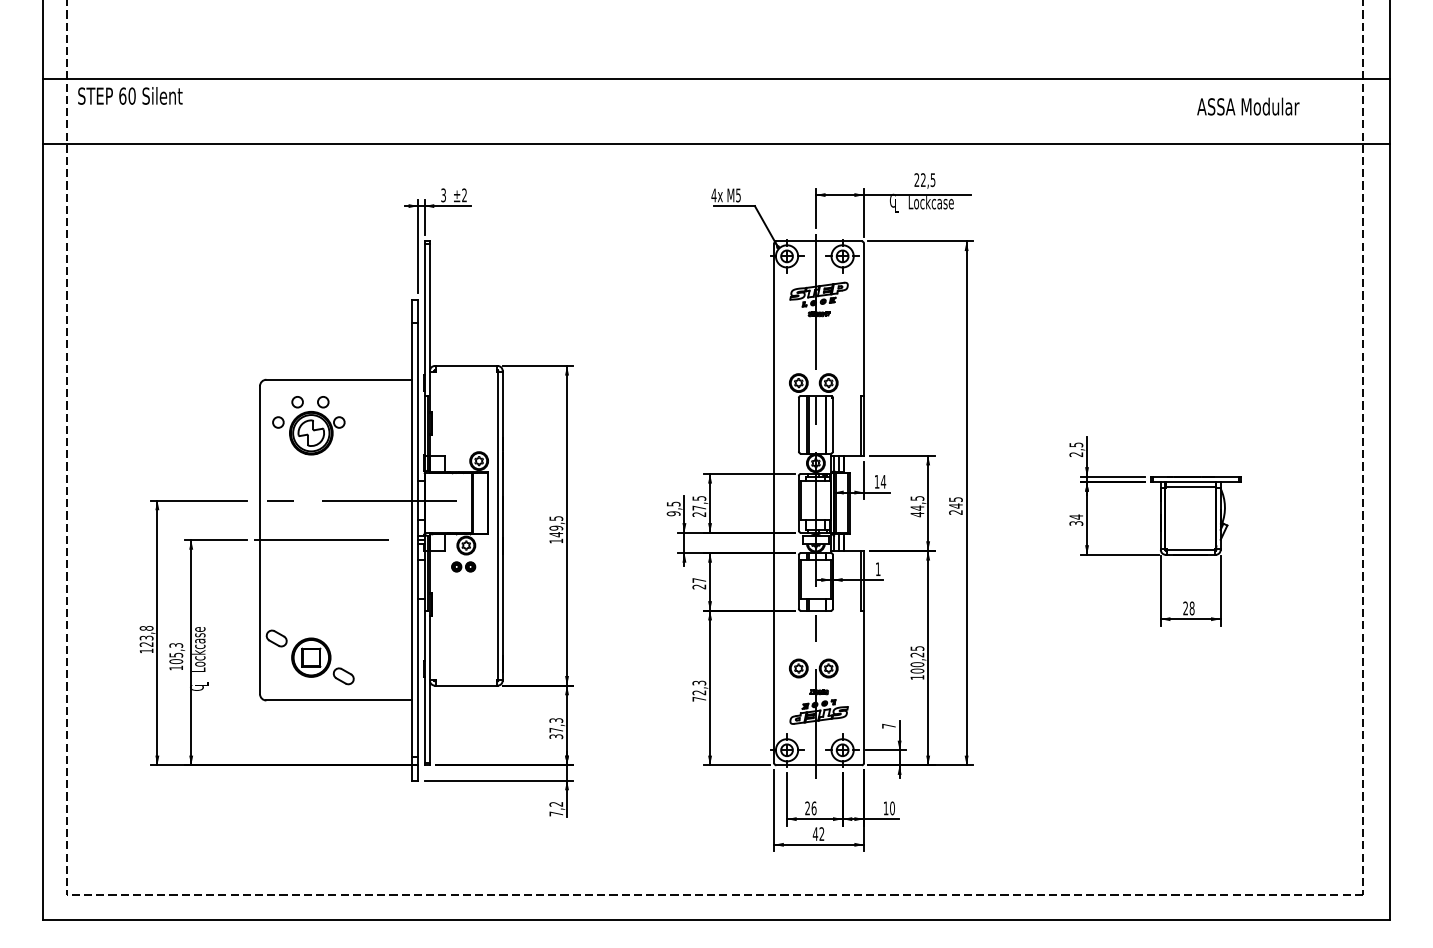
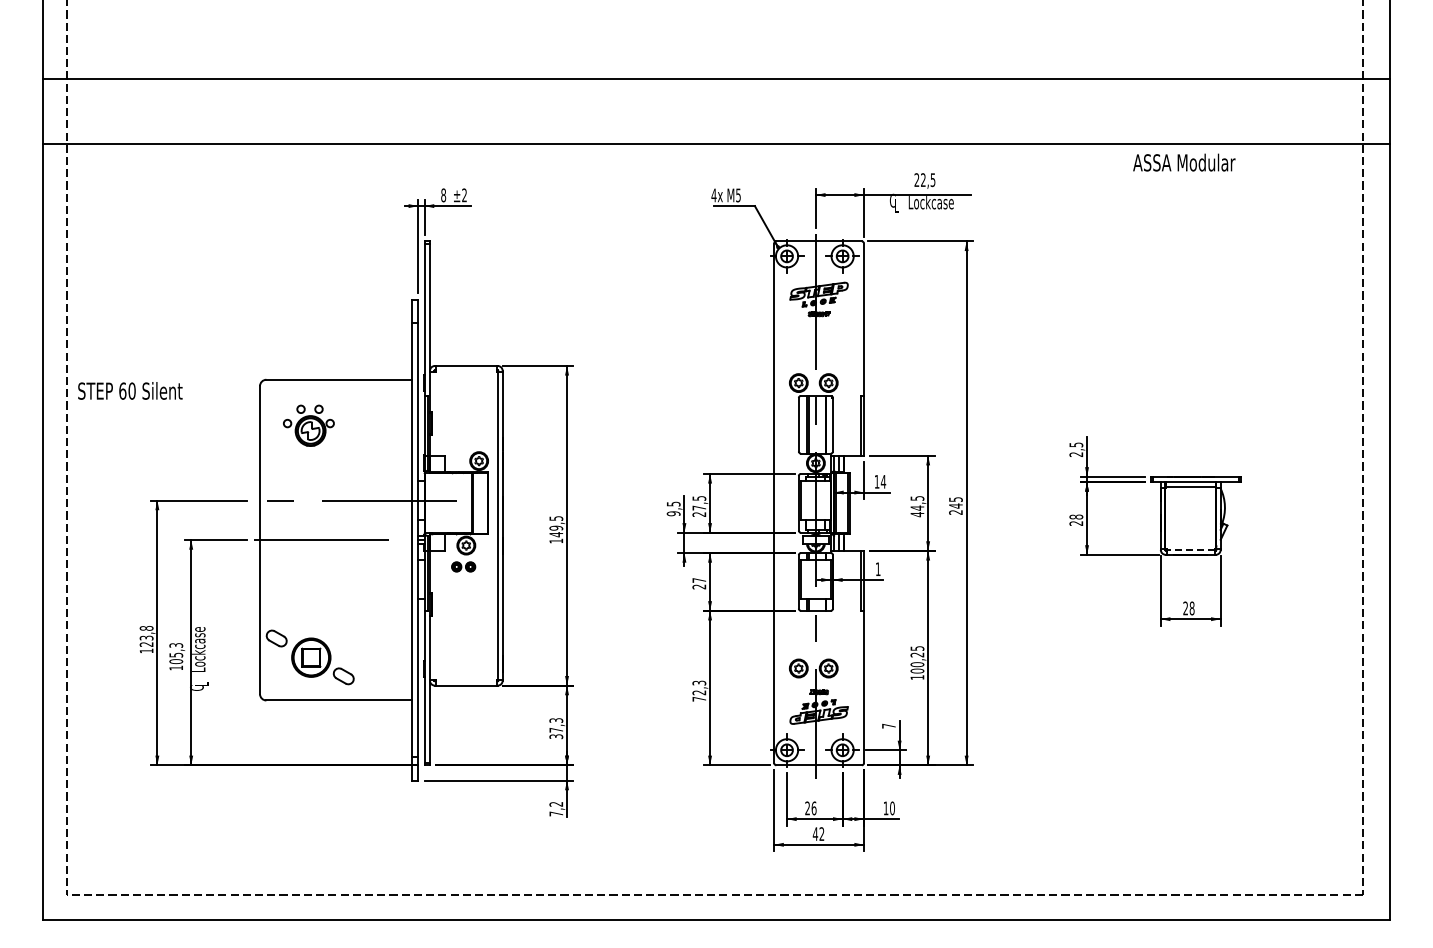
text at (130, 95) position: (130, 95) -> (130, 390)
text at (1248, 106) position: (1248, 106) -> (1184, 162)
text at (443, 195): 3 -> 8
part at (308, 425) size: 74x60 px -> 52x43 px
text at (1076, 519): 34 -> 28
line at (1190, 549): solid -> dashed
